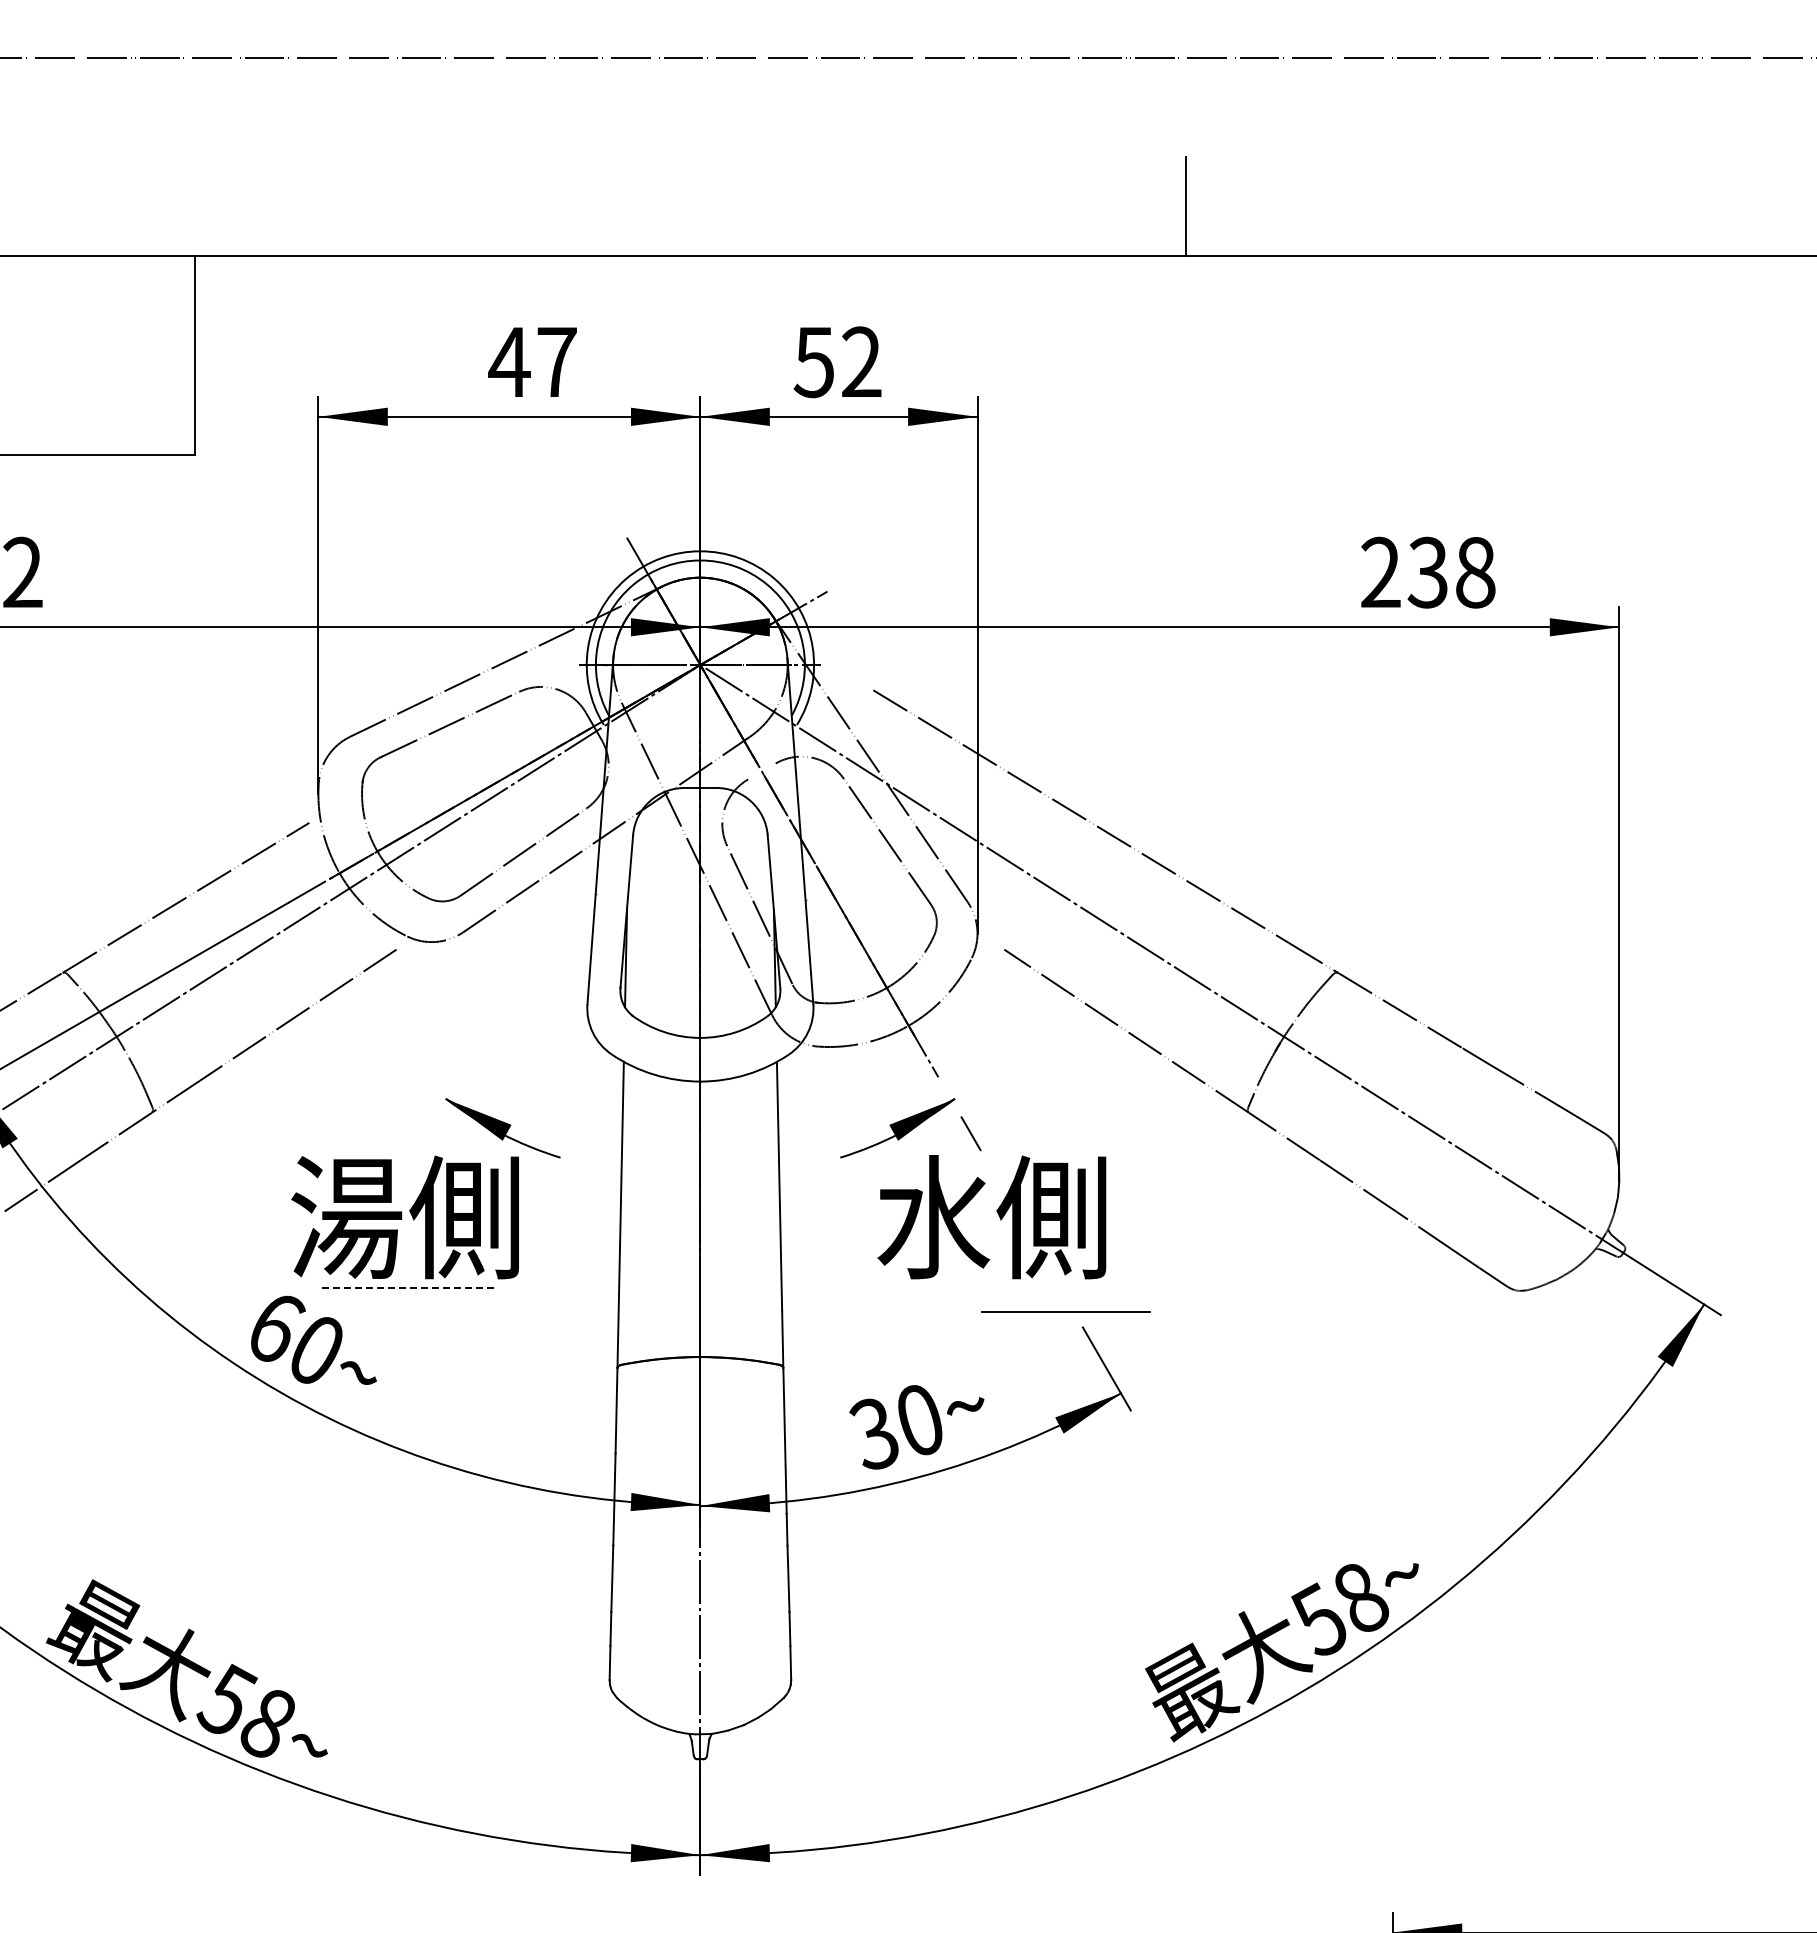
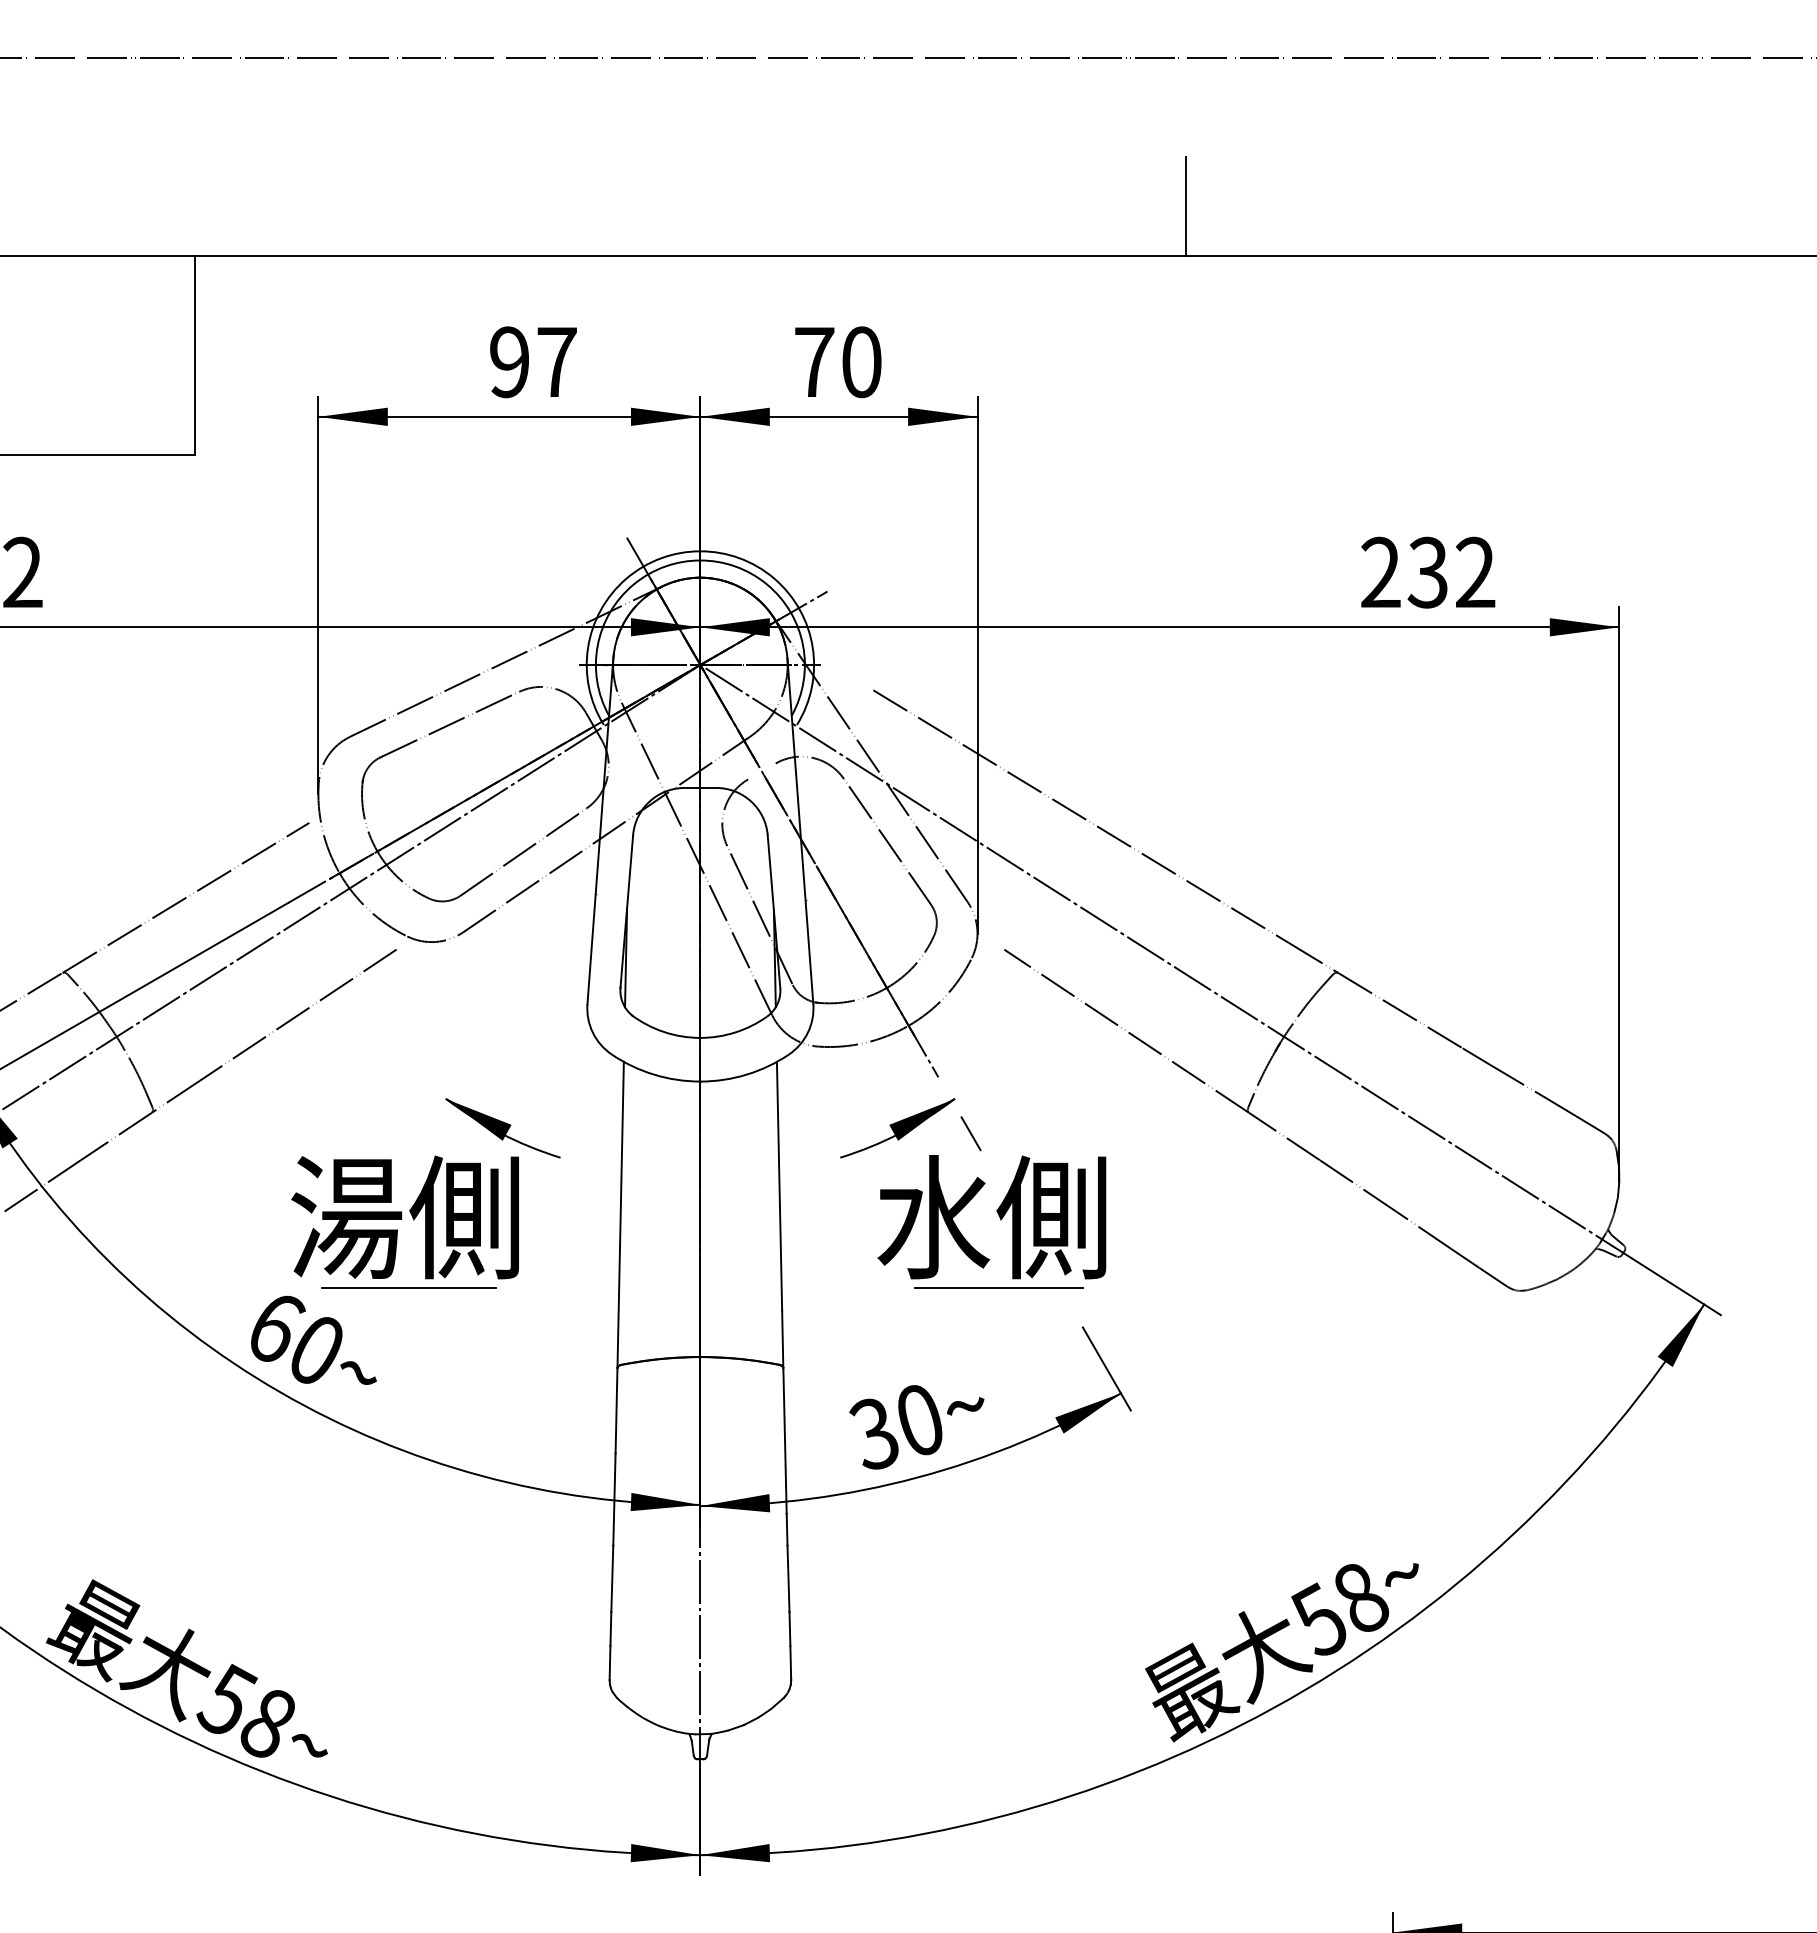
text at (509, 362): 47 -> 97
text at (837, 362): 52 -> 70
text at (1475, 572): 238 -> 232
line at (409, 1288): dashed -> solid
line at (1065, 1311) position: (1065, 1311) -> (998, 1287)
